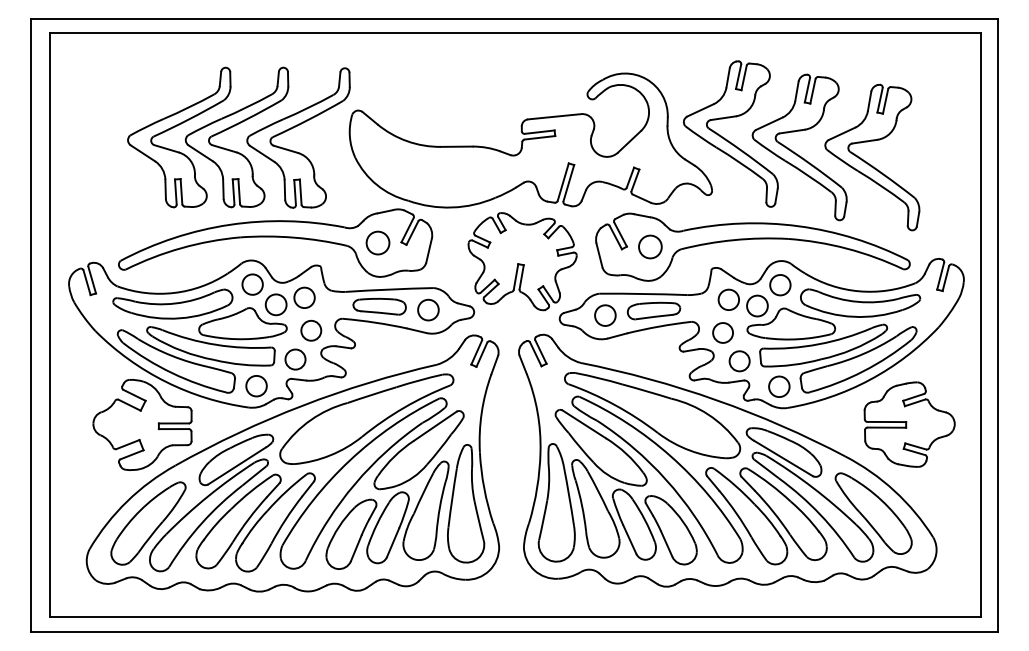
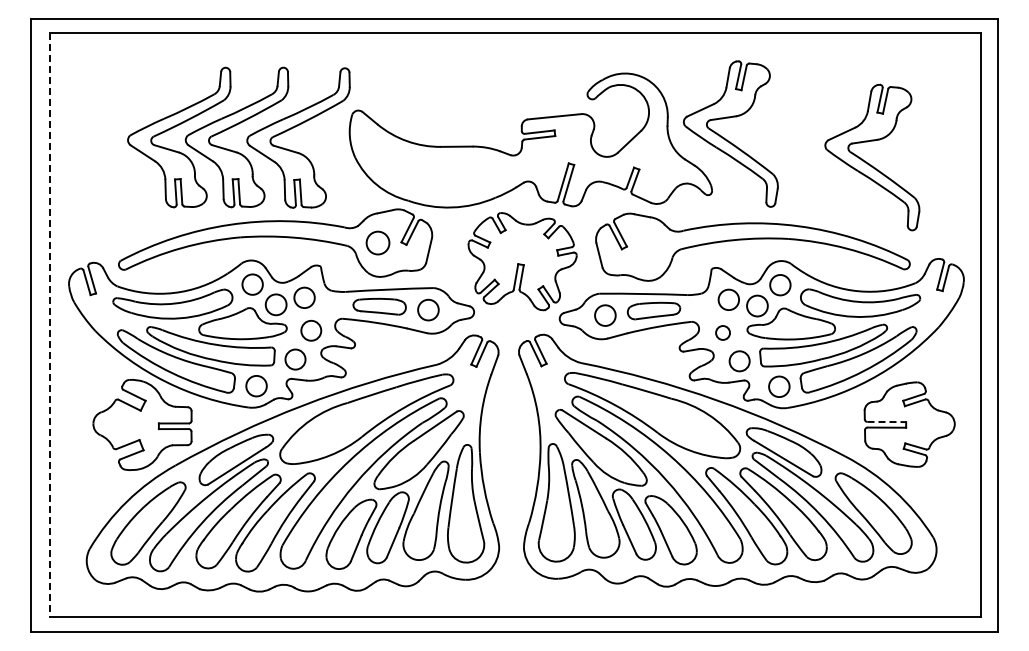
part at (797, 153): present -> none
circle at (650, 246): present -> none
line at (49, 325): solid -> dashed
circle at (722, 332) size: 22x22 px -> 16x16 px
line at (887, 422): solid -> dashed
